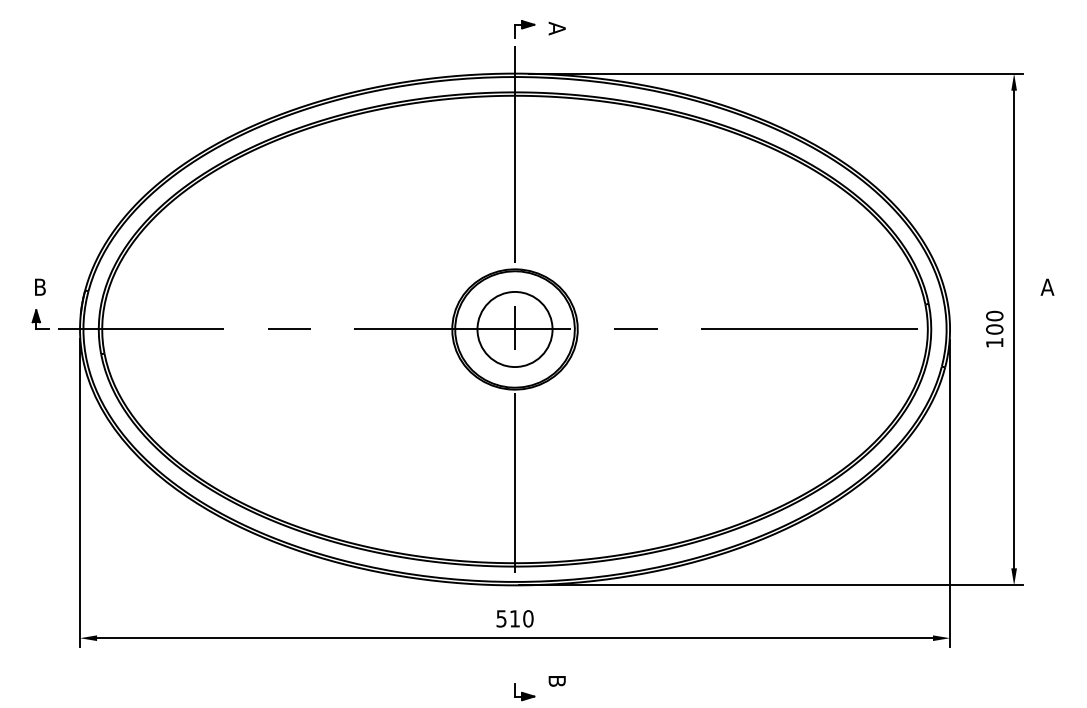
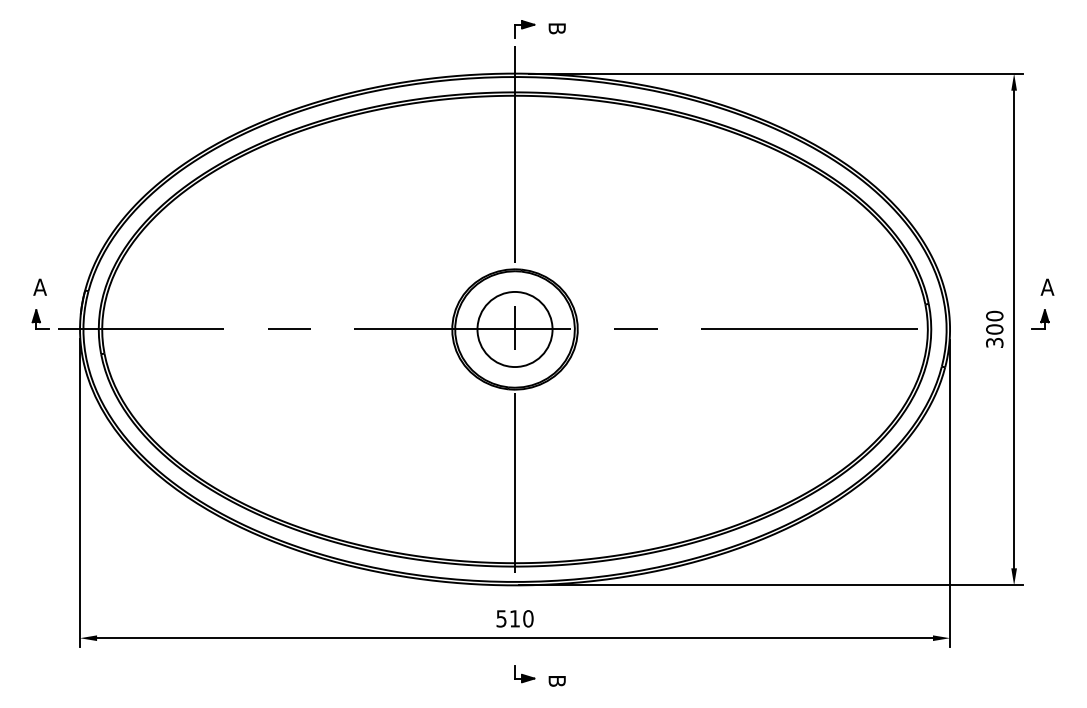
text at (556, 28): A -> B
text at (39, 286): B -> A
part at (1040, 319): none -> present
text at (994, 342): 100 -> 300
part at (524, 692) position: (524, 692) -> (524, 674)
